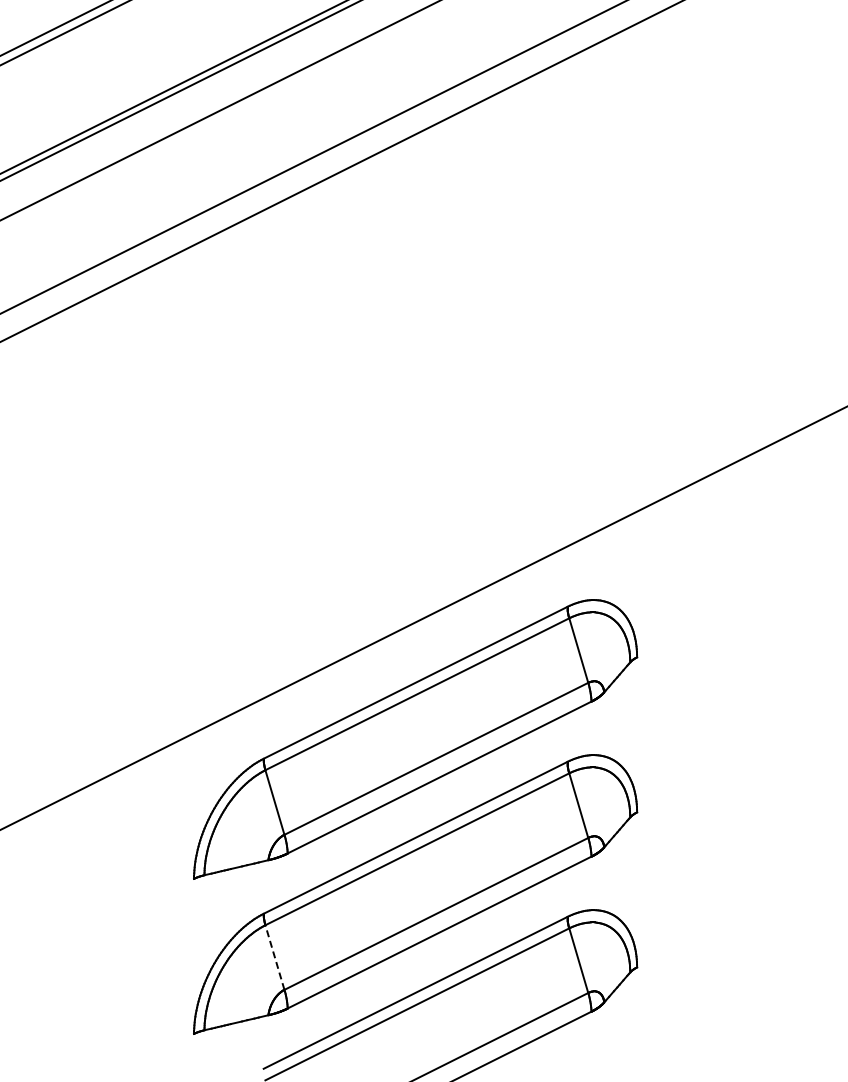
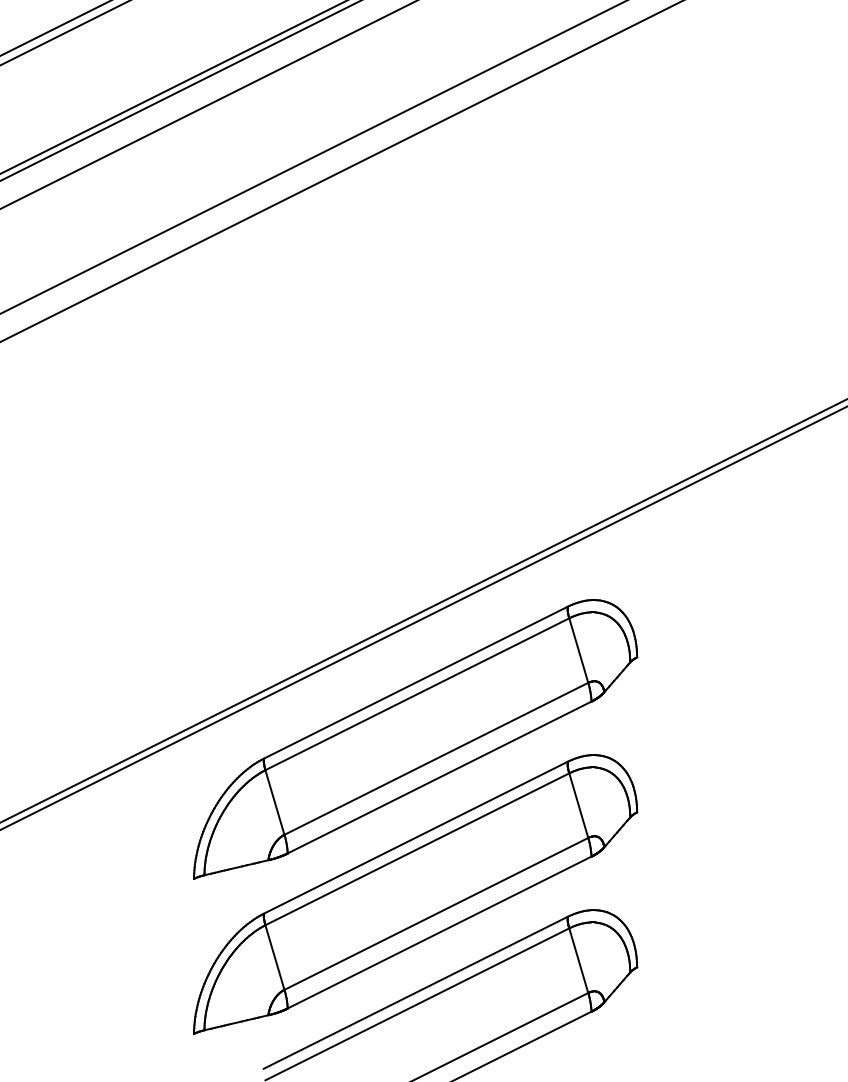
line at (219, 110) position: (219, 110) -> (208, 104)
line at (423, 610): none -> present
line at (274, 957): dashed -> solid
